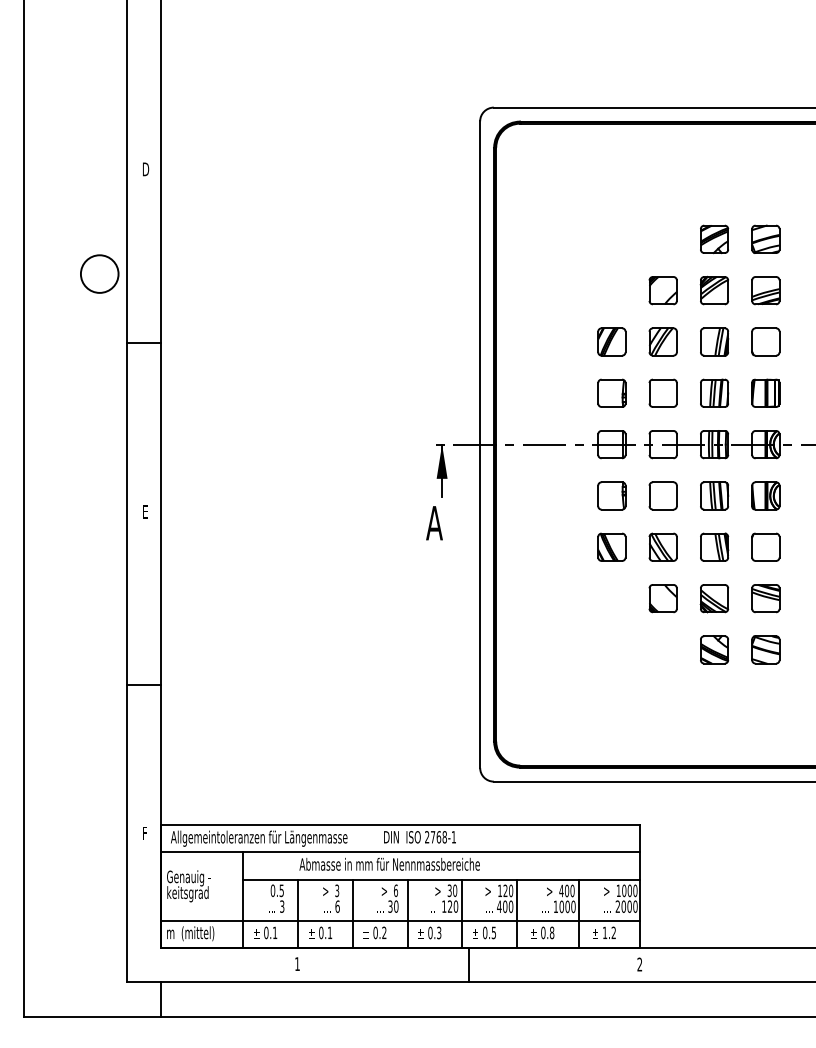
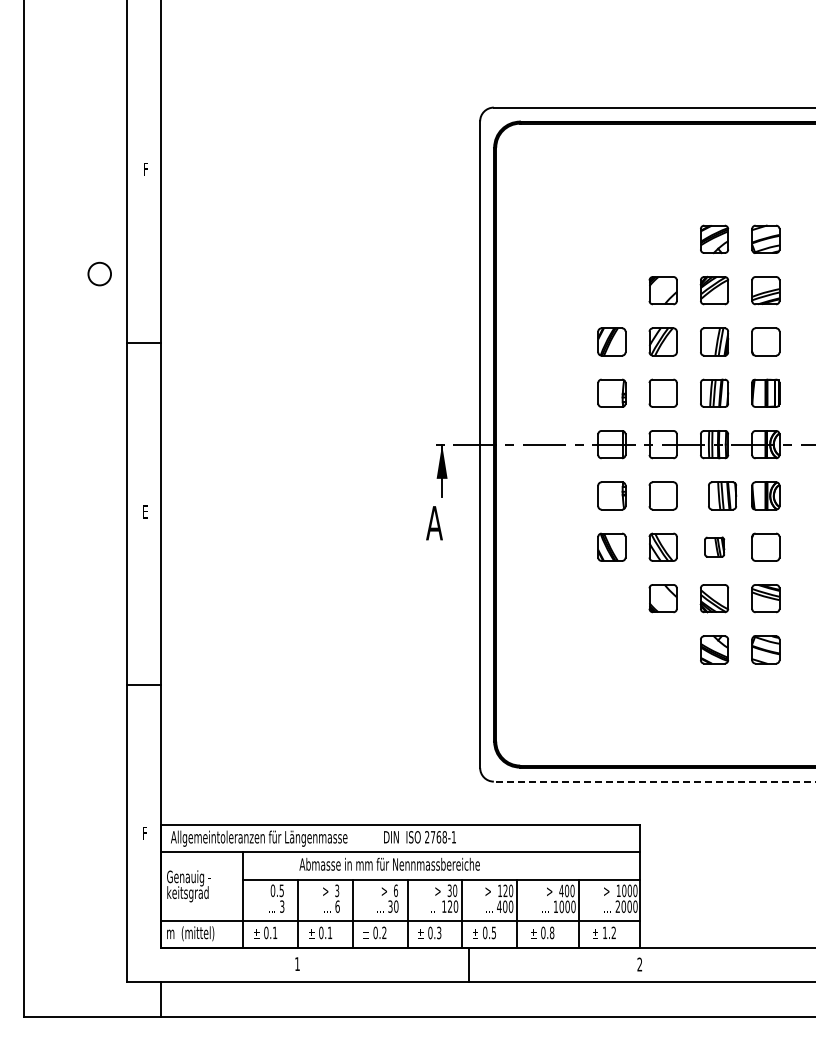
text at (146, 169): D -> F
circle at (99, 273) diameter: 38 px -> 23 px
part at (714, 495) position: (714, 495) -> (722, 495)
part at (714, 546) size: 30x30 px -> 22x22 px
line at (654, 781): solid -> dashed
